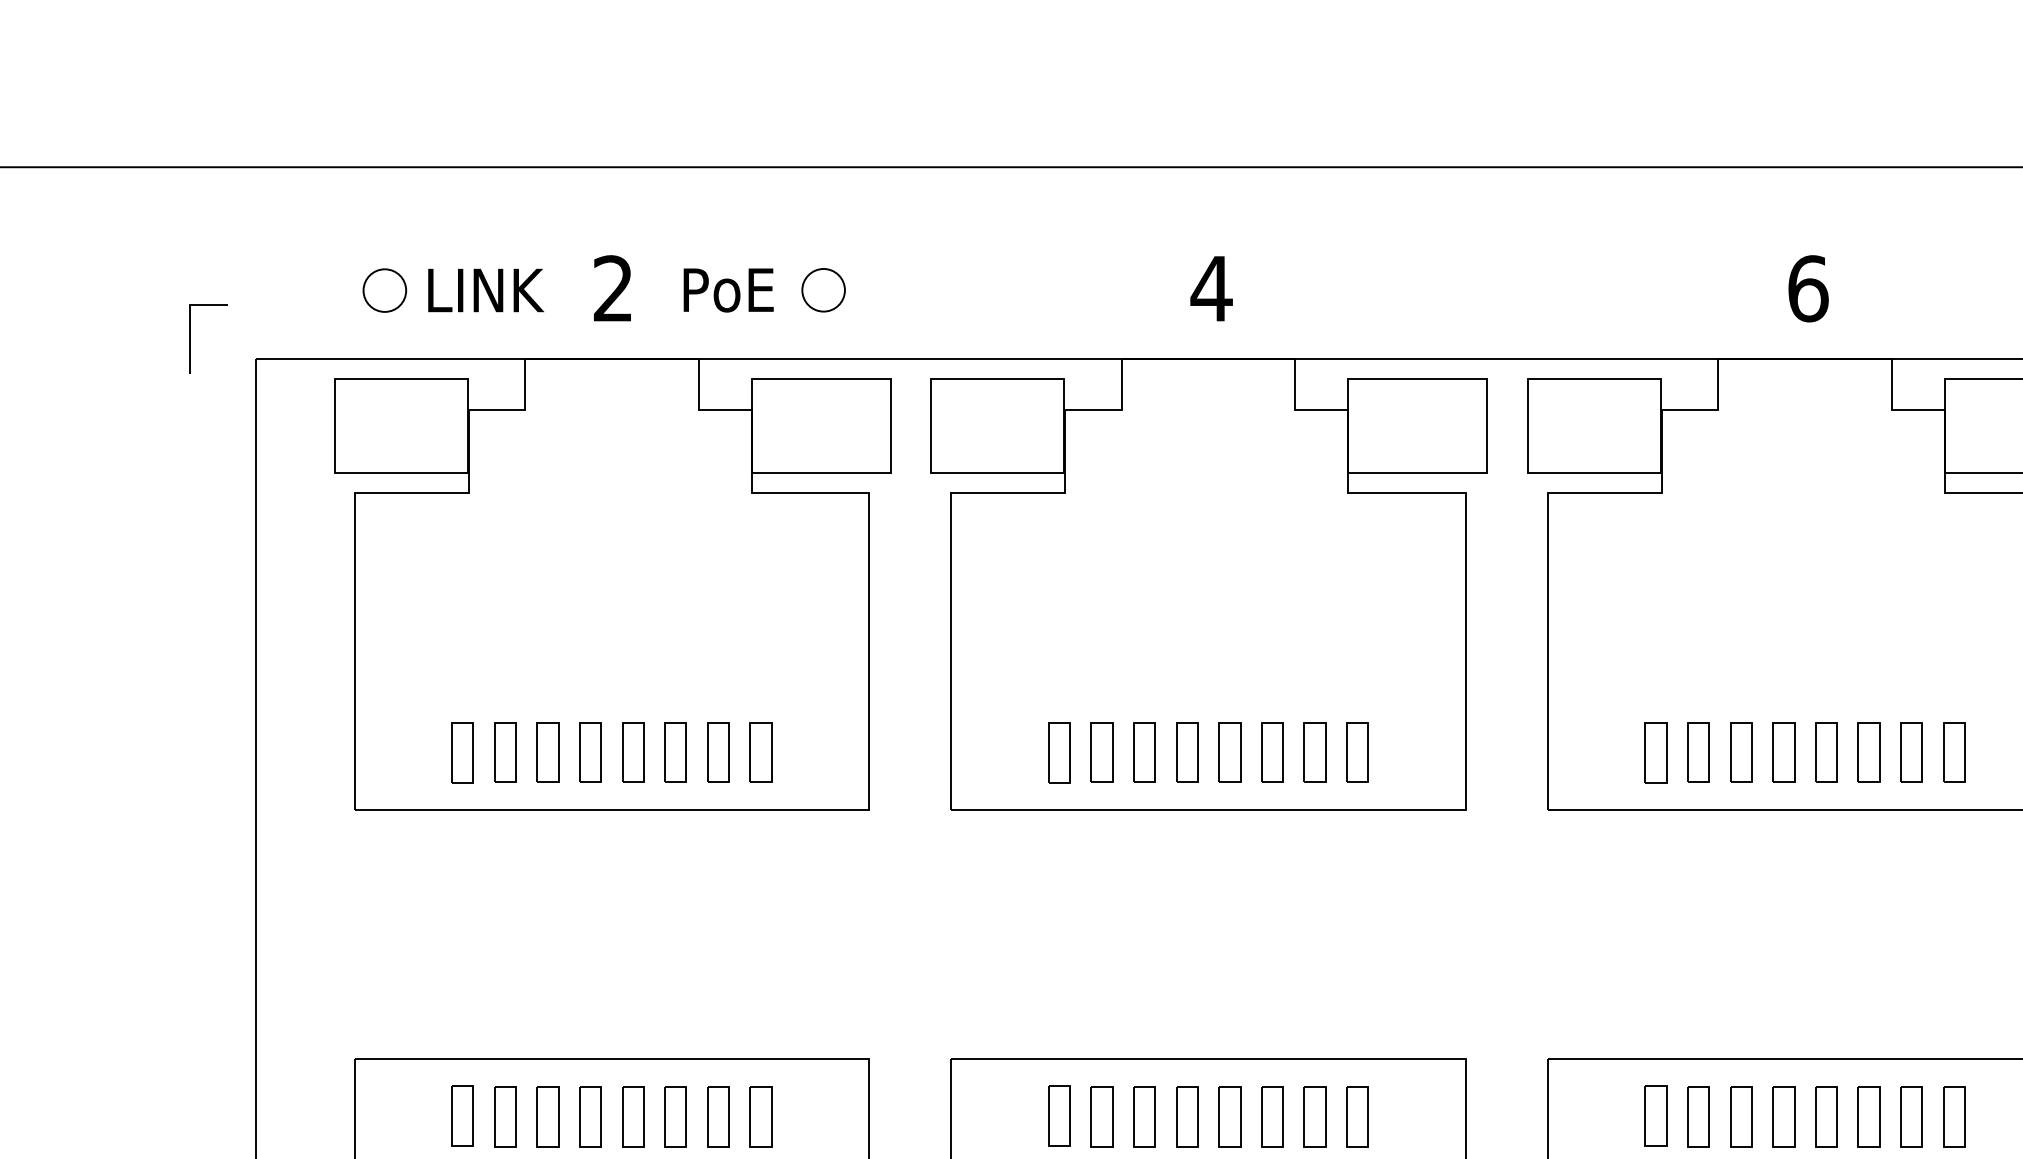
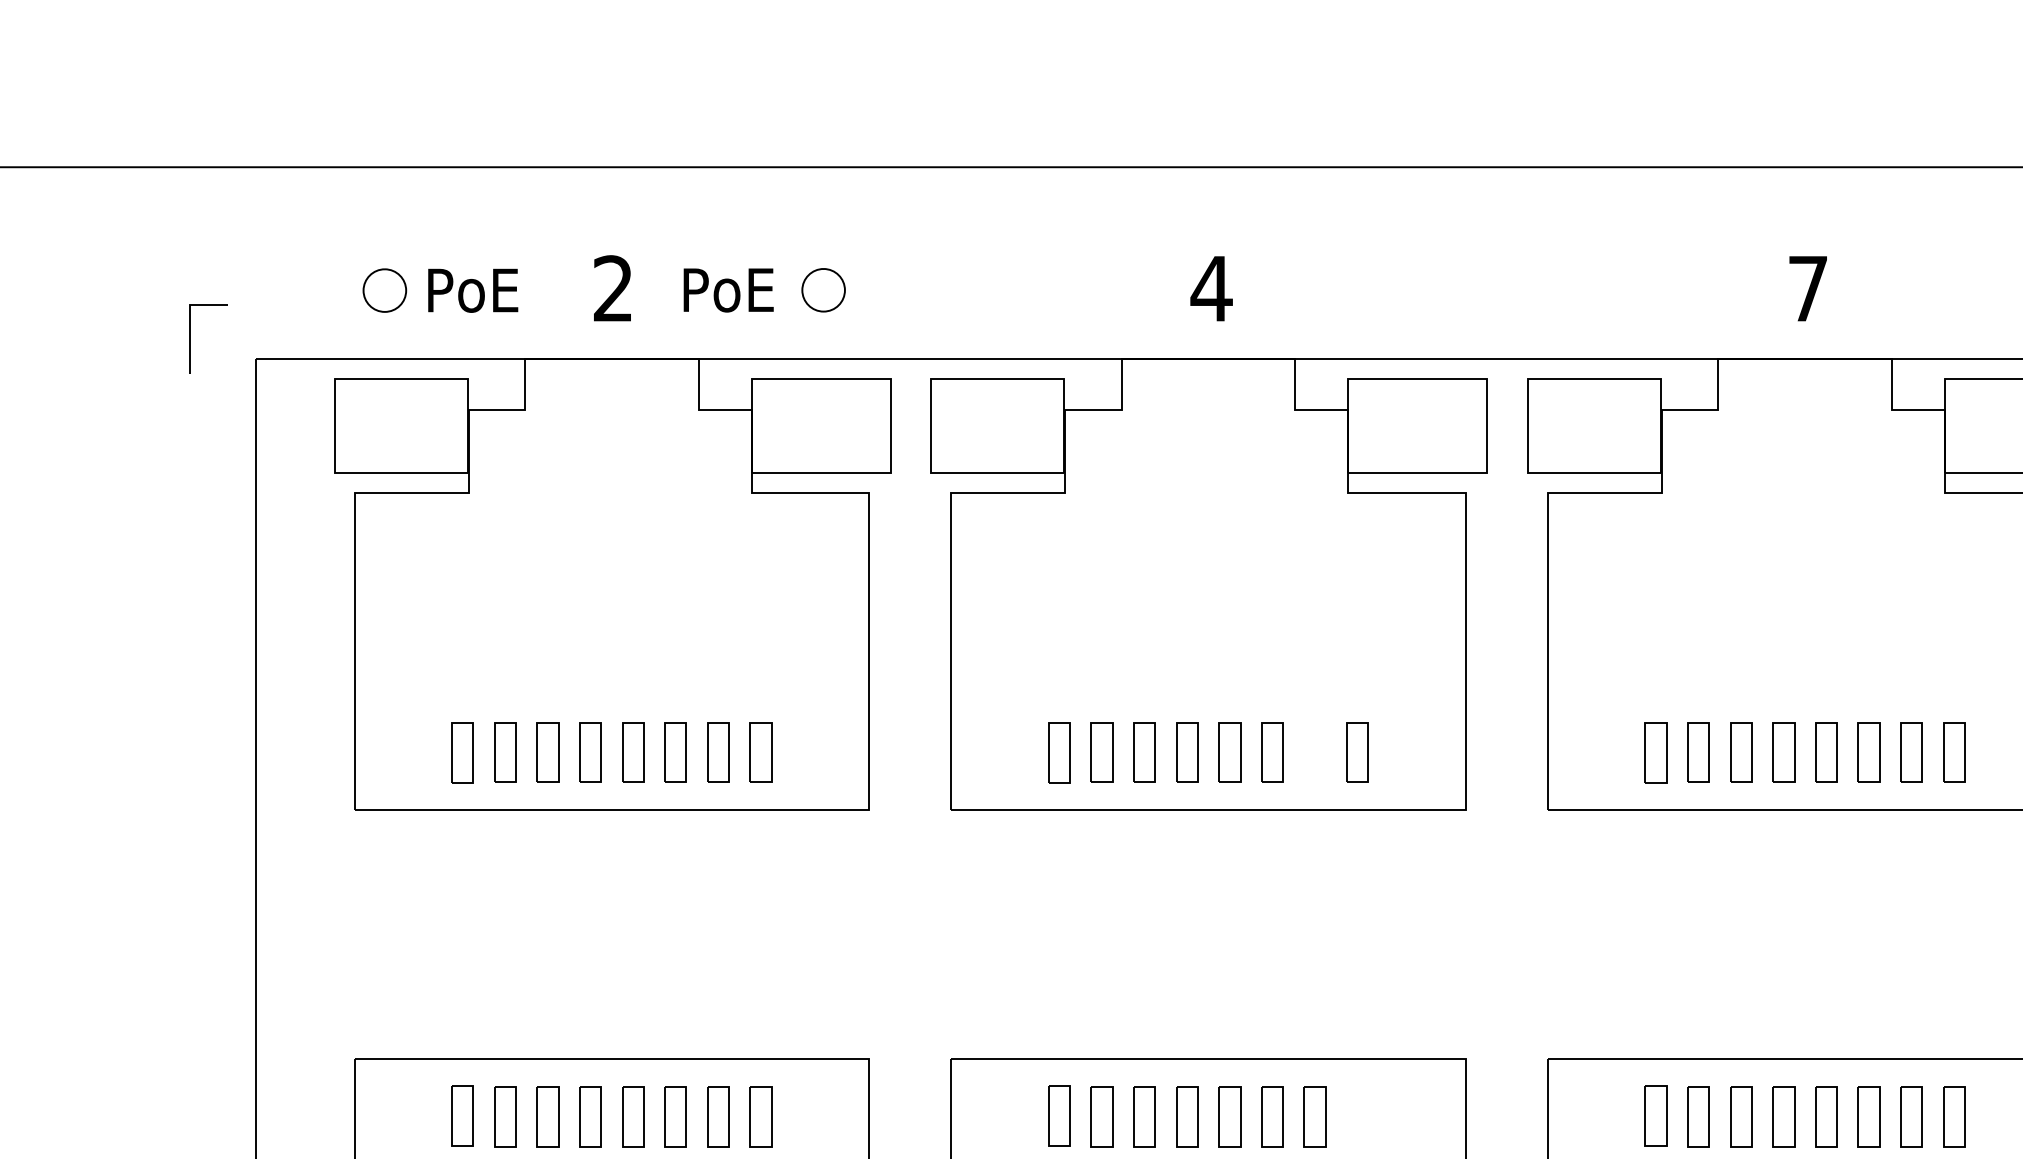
text at (1808, 288): 6 -> 7
text at (488, 290): LINK -> PoE
part at (1314, 752): present -> none
part at (1357, 1116): present -> none
